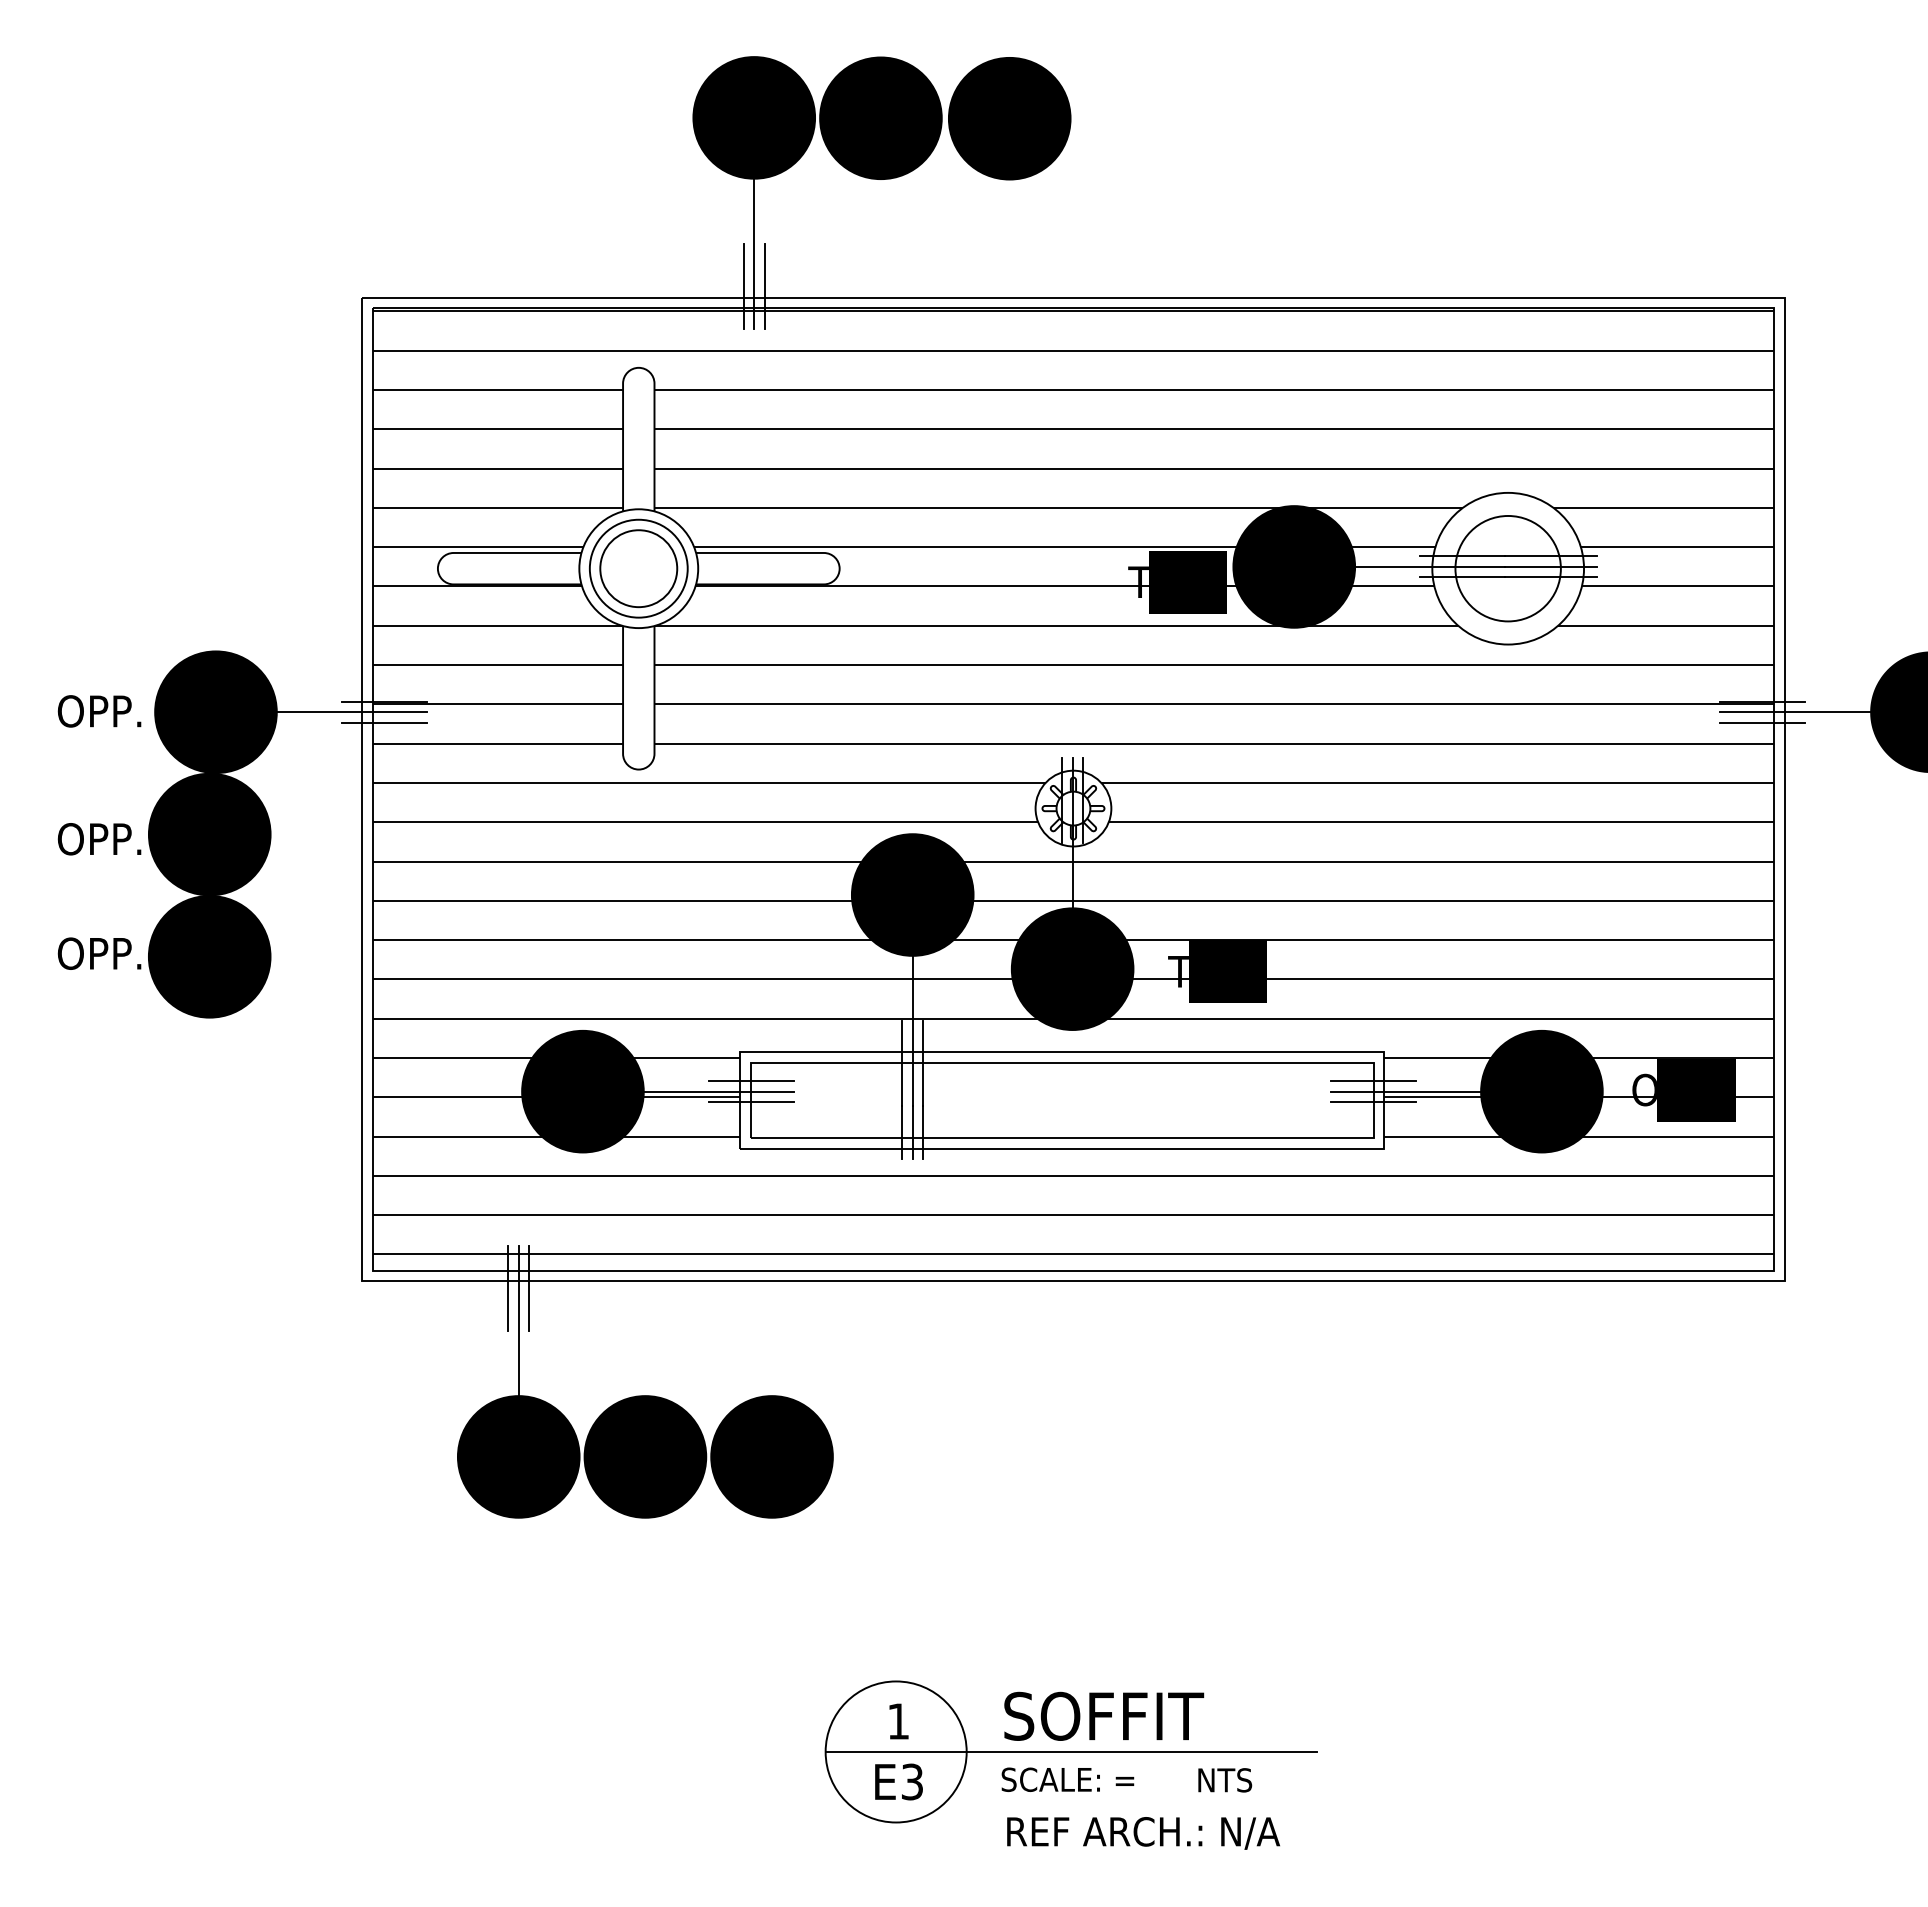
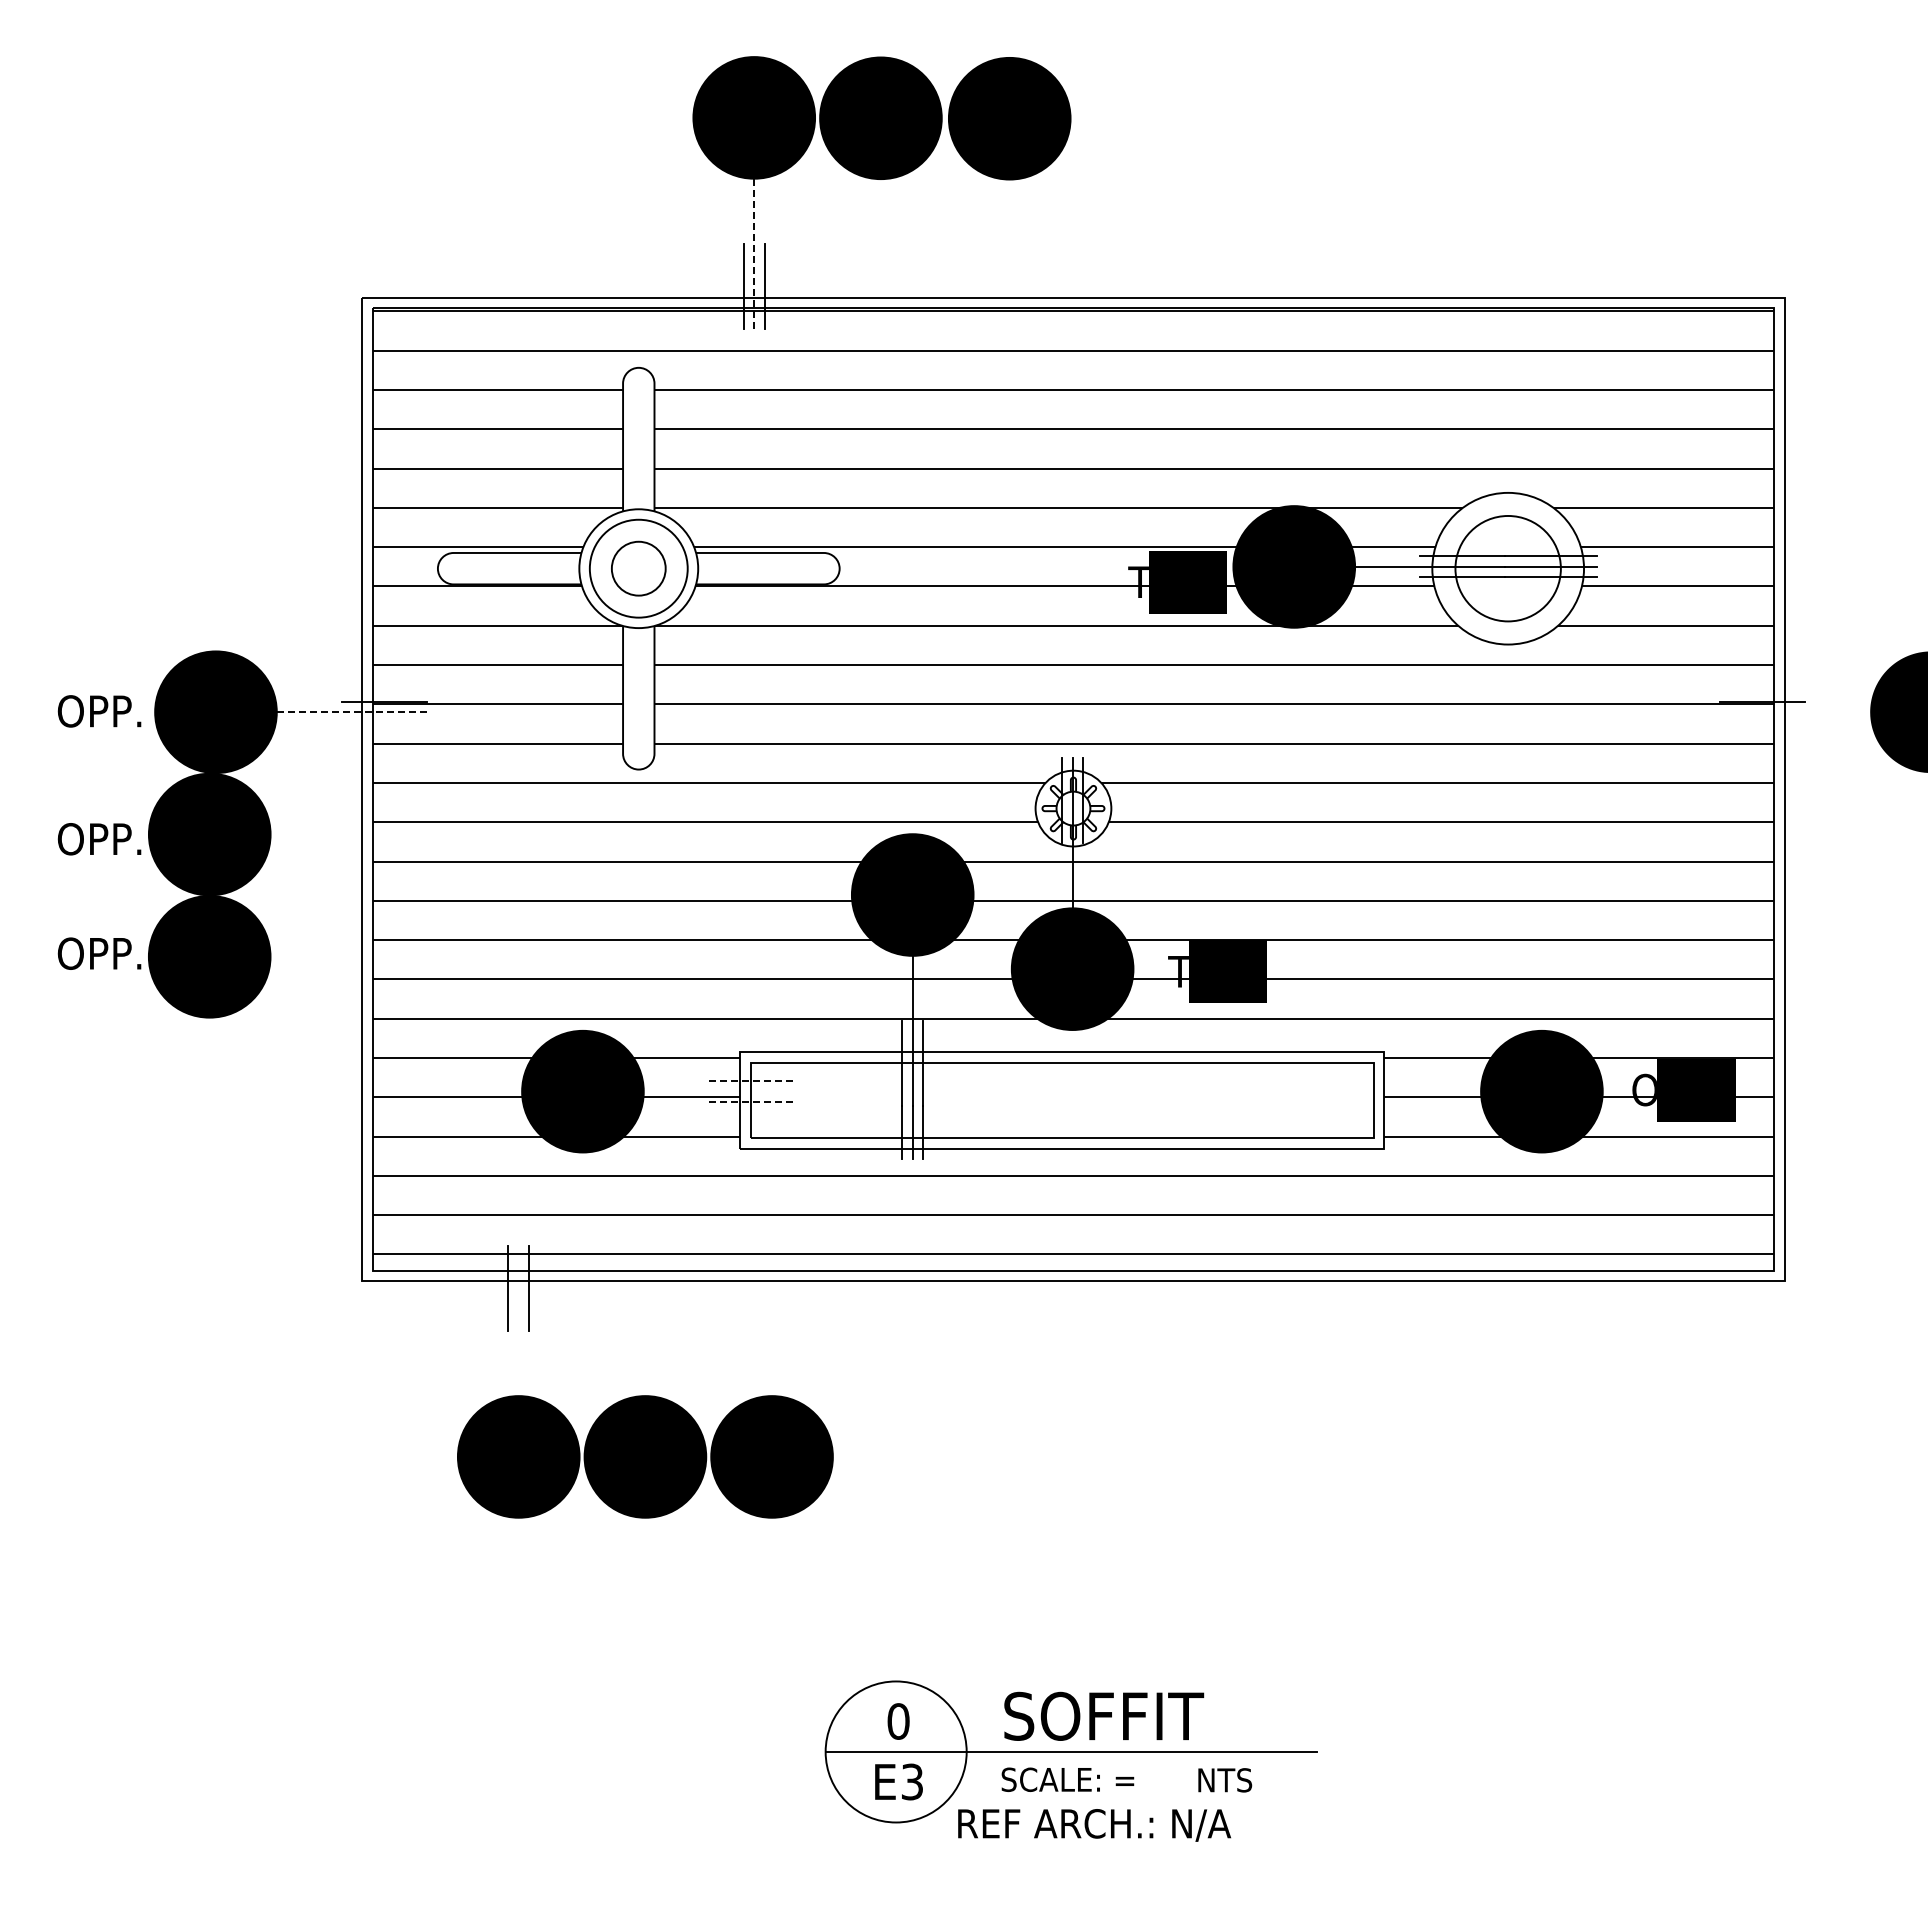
line at (754, 254): solid -> dashed
circle at (638, 568) diameter: 77 px -> 54 px
line at (352, 712): solid -> dashed
line at (1795, 712): present -> none
line at (384, 722): present -> none
line at (1762, 722): present -> none
line at (751, 1081): solid -> dashed
line at (1373, 1081): present -> none
line at (718, 1091): present -> none
line at (1406, 1091): present -> none
line at (751, 1102): solid -> dashed
line at (1373, 1102): present -> none
line at (518, 1321): present -> none
text at (898, 1721): 1 -> 0
text at (1143, 1833) position: (1143, 1833) -> (1094, 1825)
